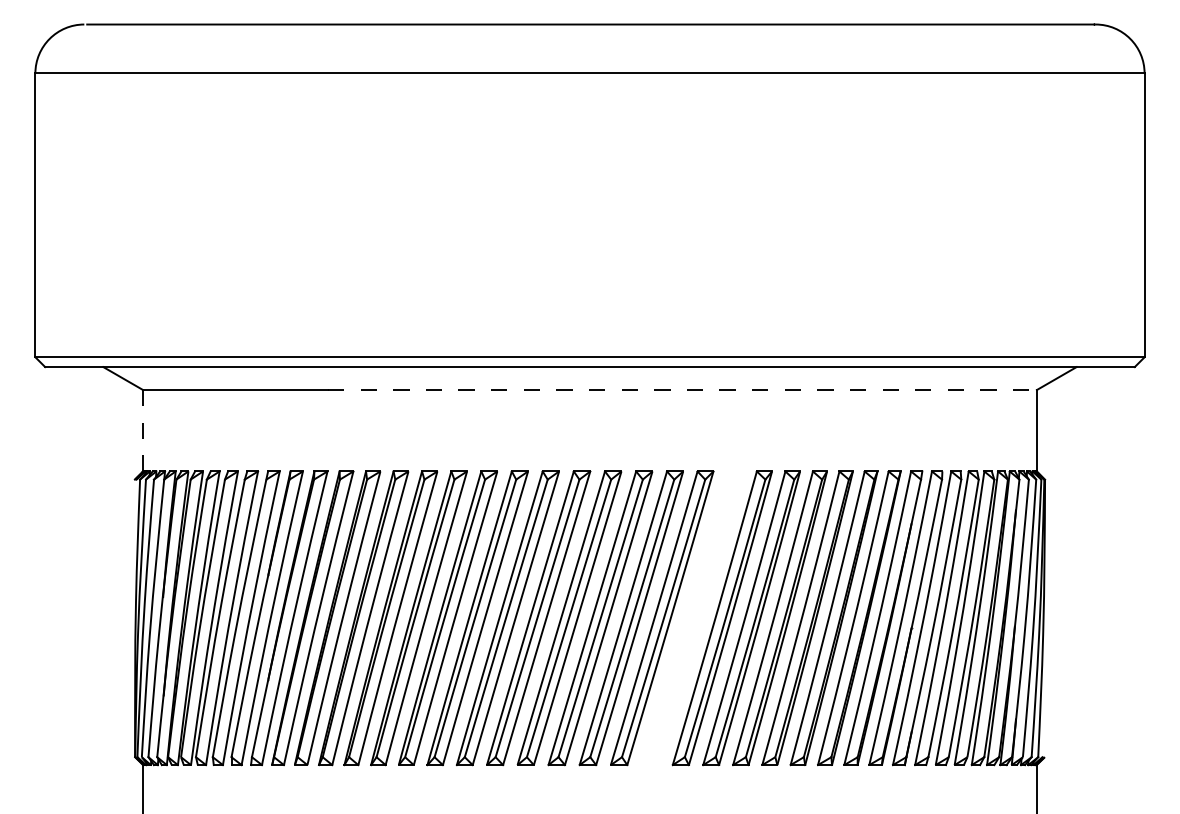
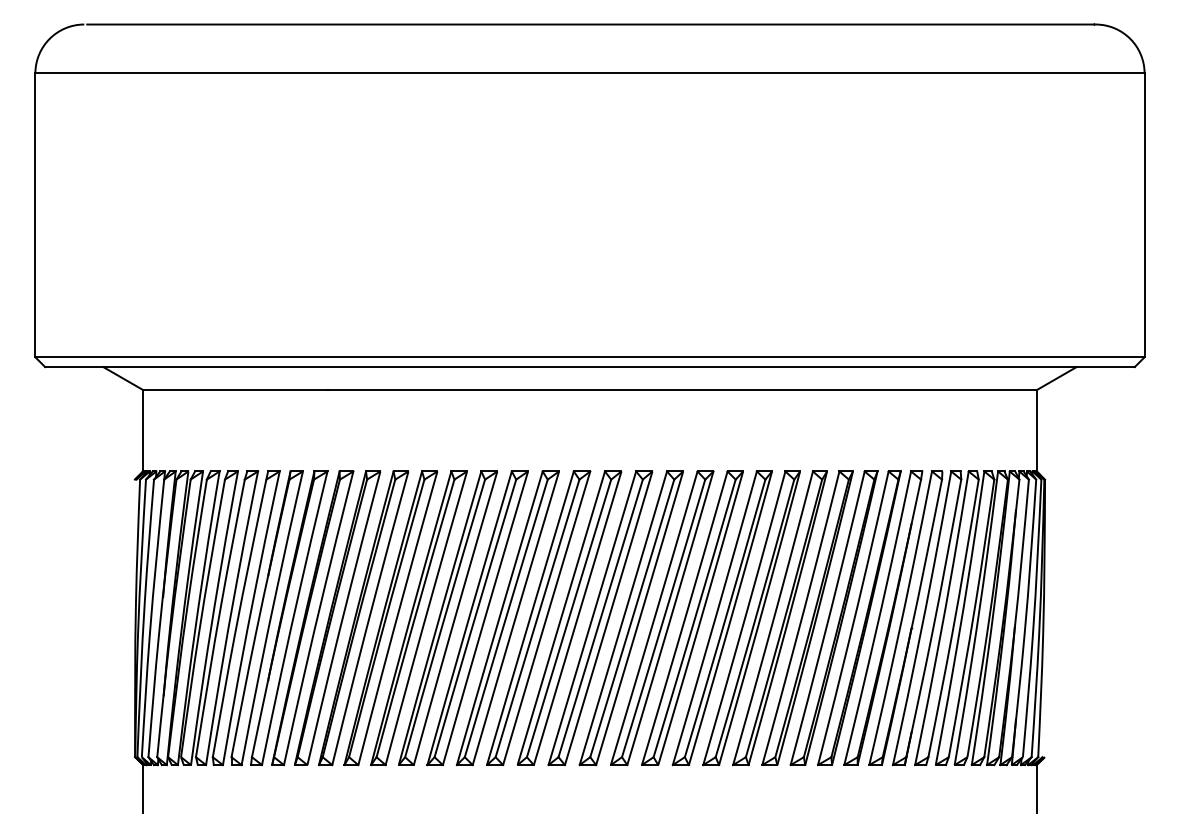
line at (682, 390): dashed -> solid
line at (143, 430): dashed -> solid
part at (692, 617): none -> present
